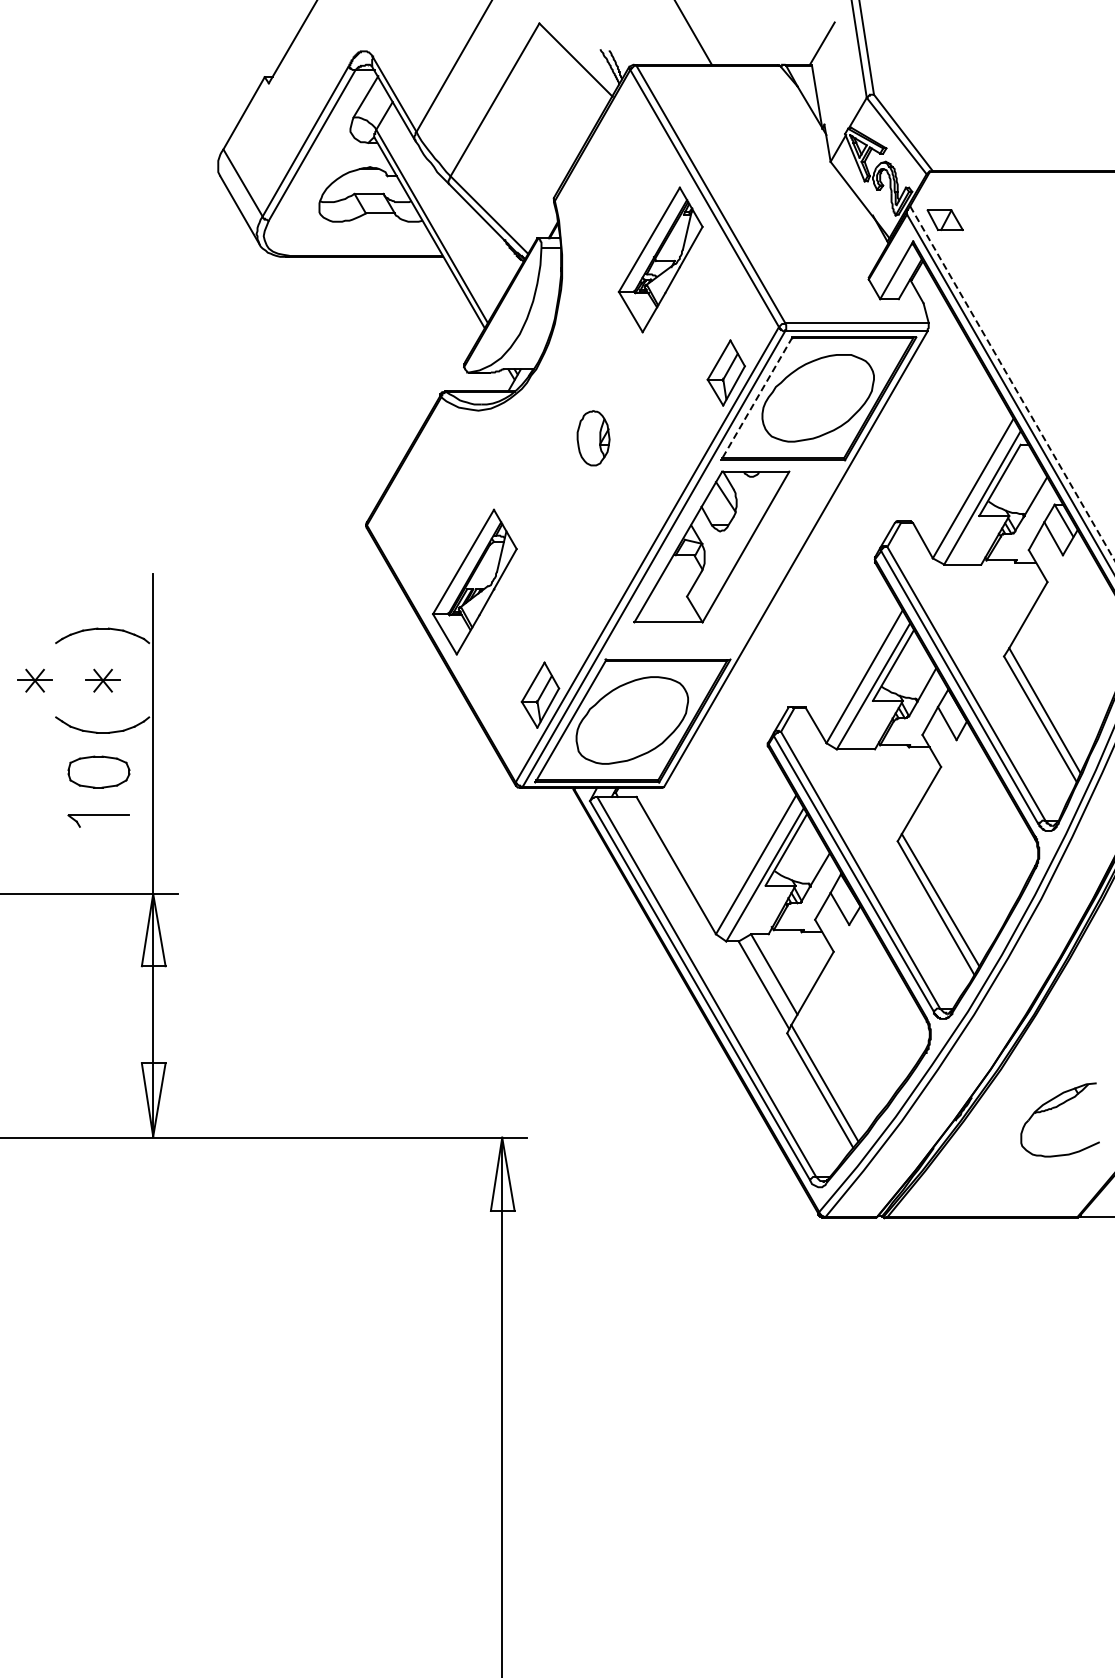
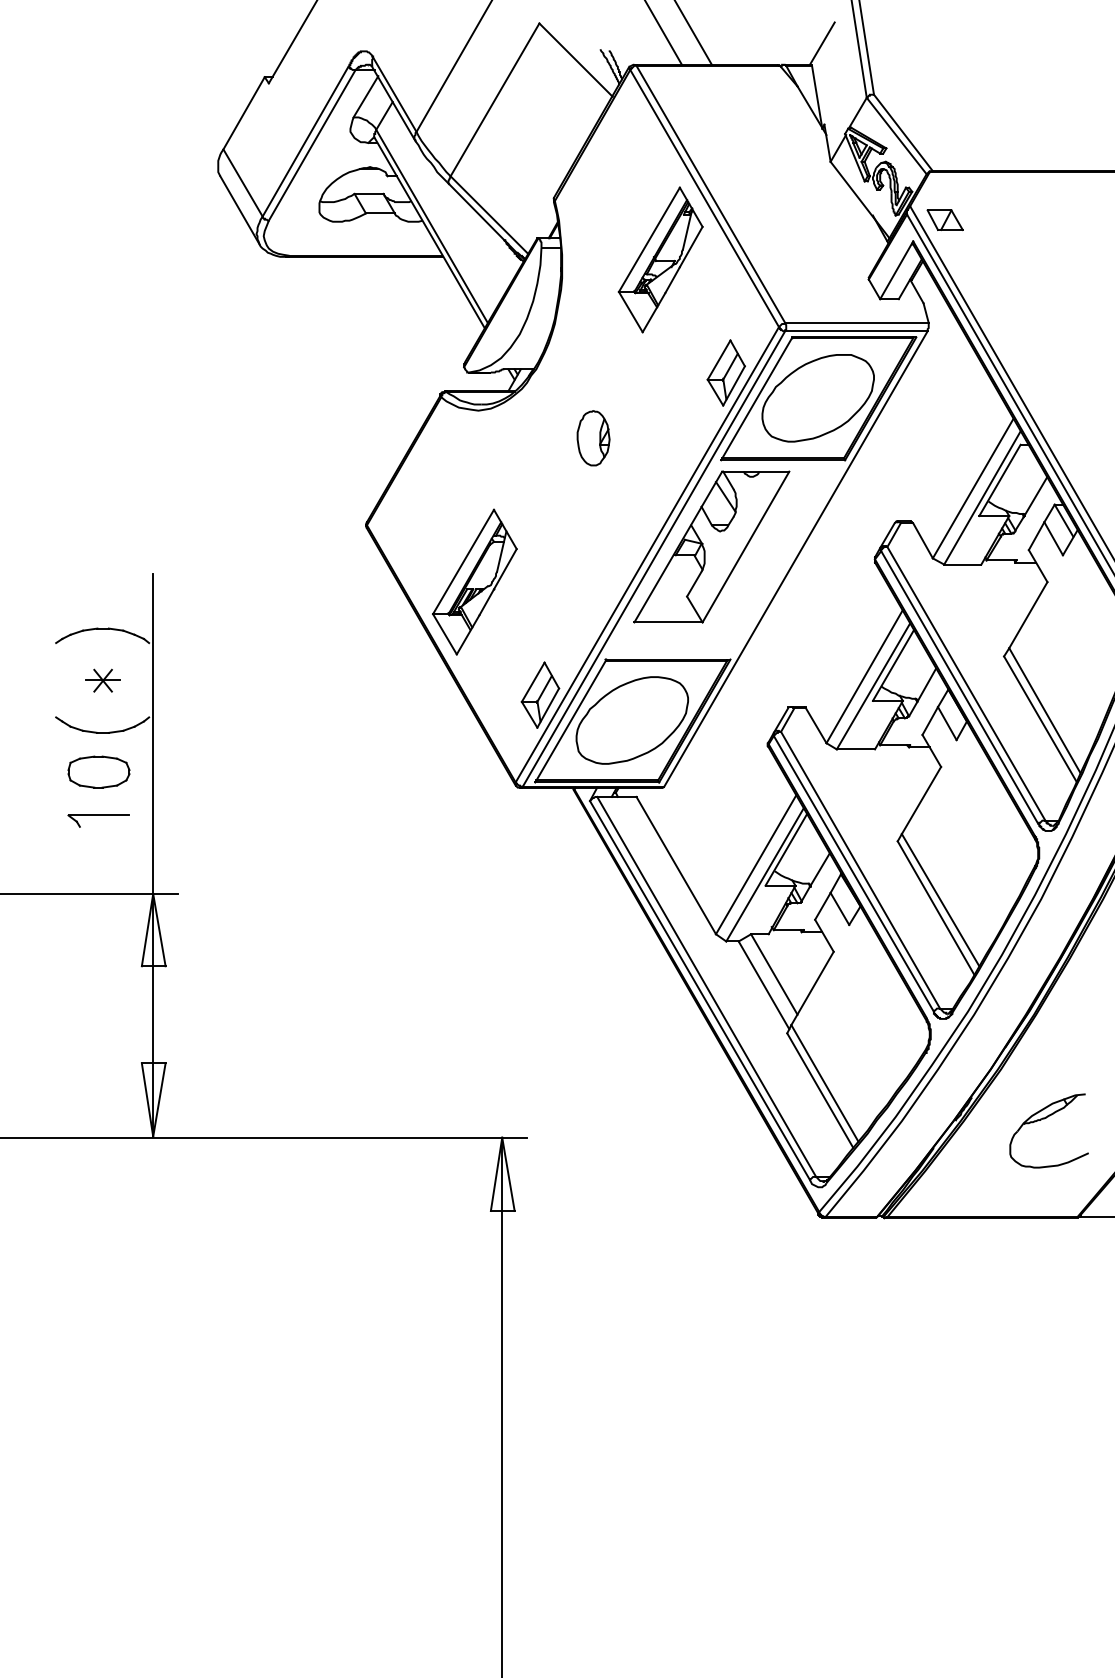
line at (663, 33): none -> present
line at (1012, 383): dashed -> solid
line at (756, 399): dashed -> solid
part at (34, 680): present -> none
part at (1055, 1108) position: (1055, 1108) -> (1044, 1119)
